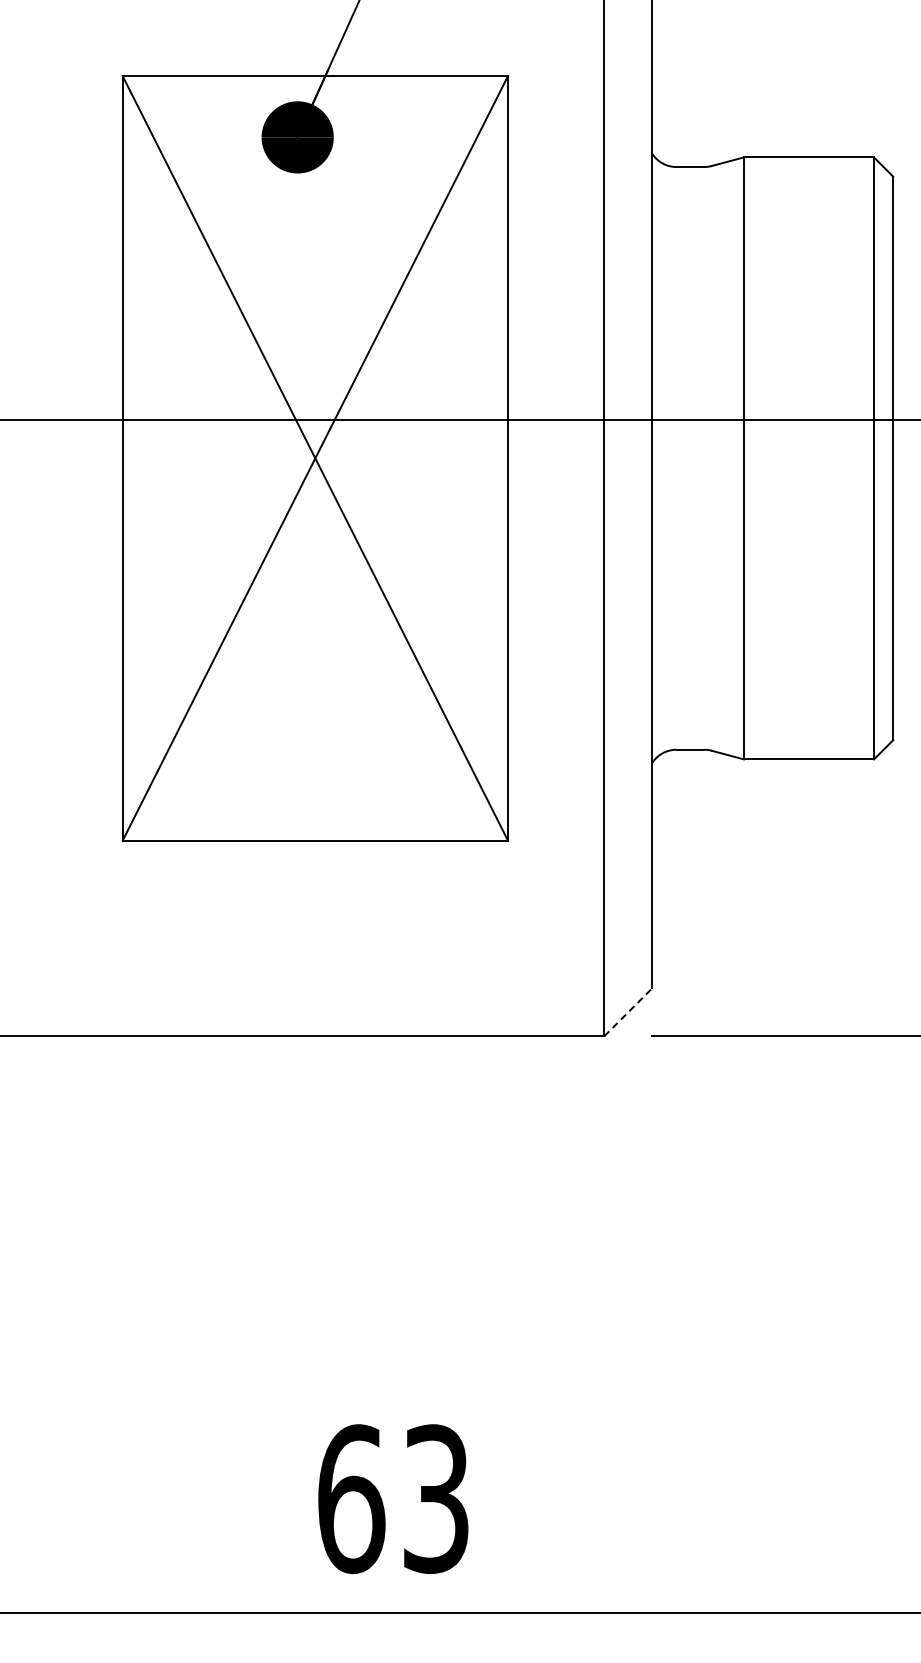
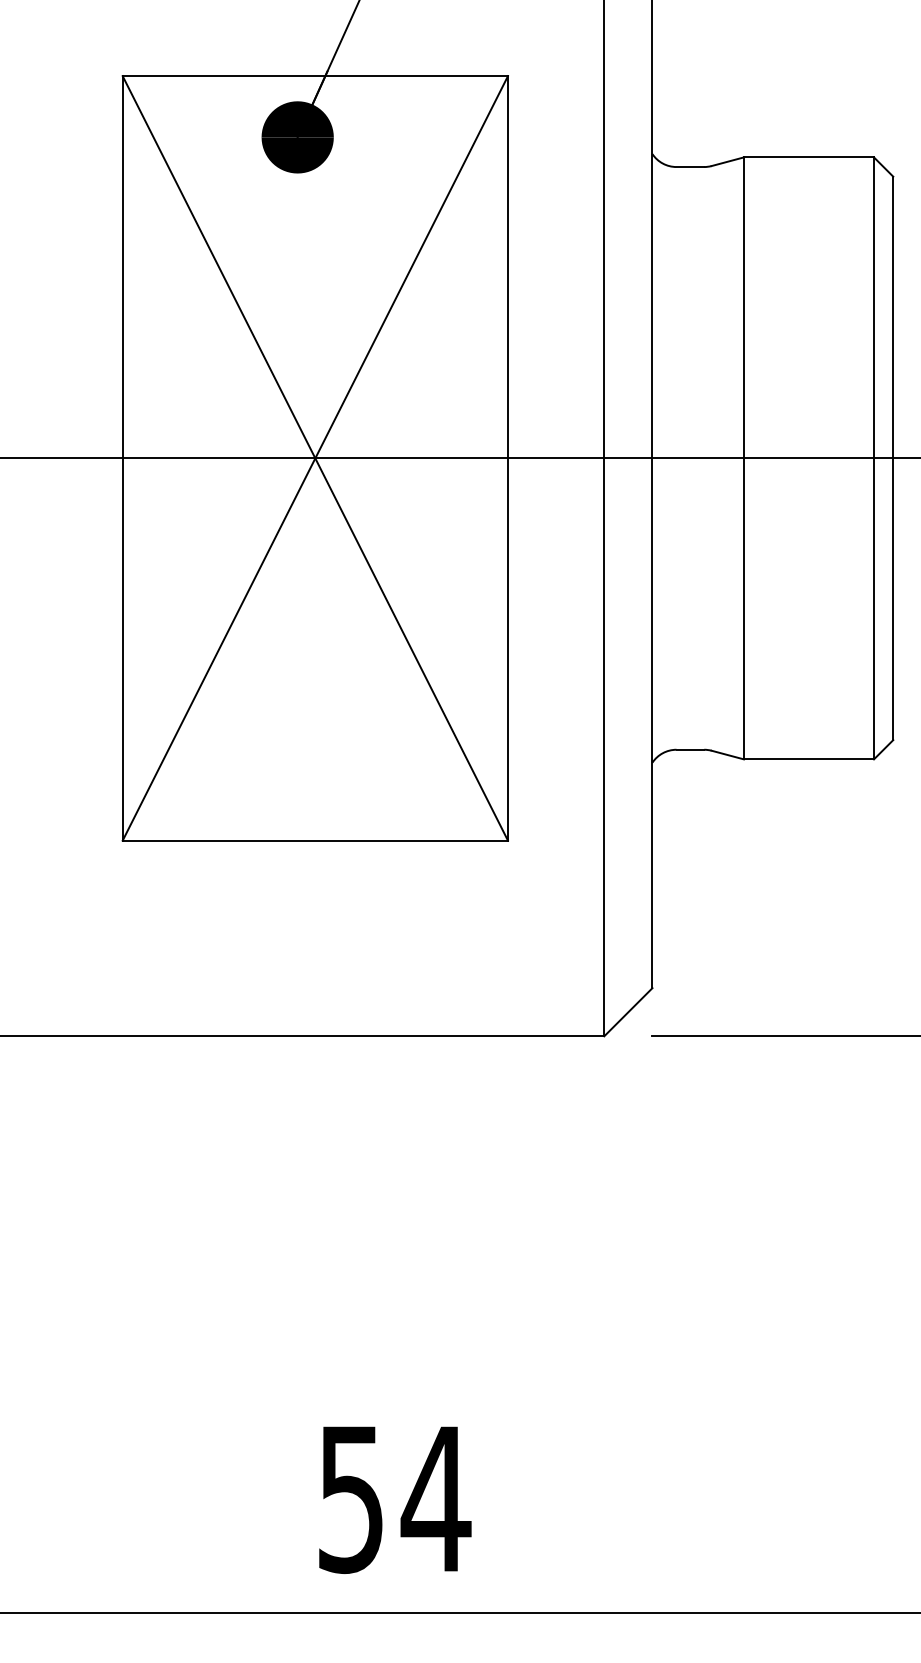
line at (459, 420) position: (459, 420) -> (459, 458)
line at (628, 1011): dashed -> solid
text at (394, 1499): 63 -> 54
